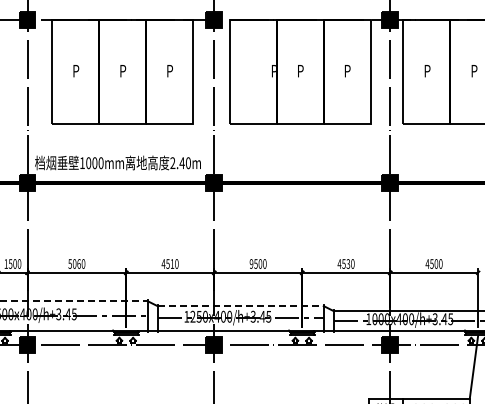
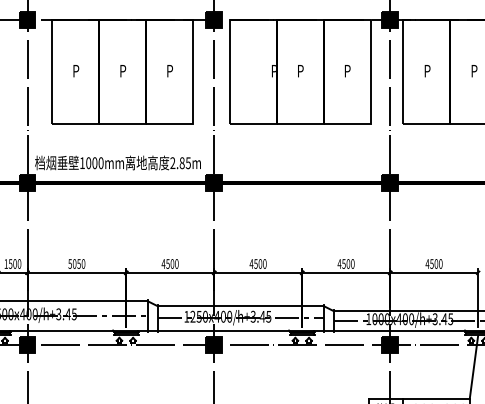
text at (184, 163): 2.40m -> 2.85m
text at (78, 263): 5060 -> 5050
text at (172, 263): 4510 -> 4500
text at (251, 263): 9500 -> 4500
text at (348, 263): 4530 -> 4500
line at (74, 301): dashed -> solid
line at (241, 306): dashed -> solid
